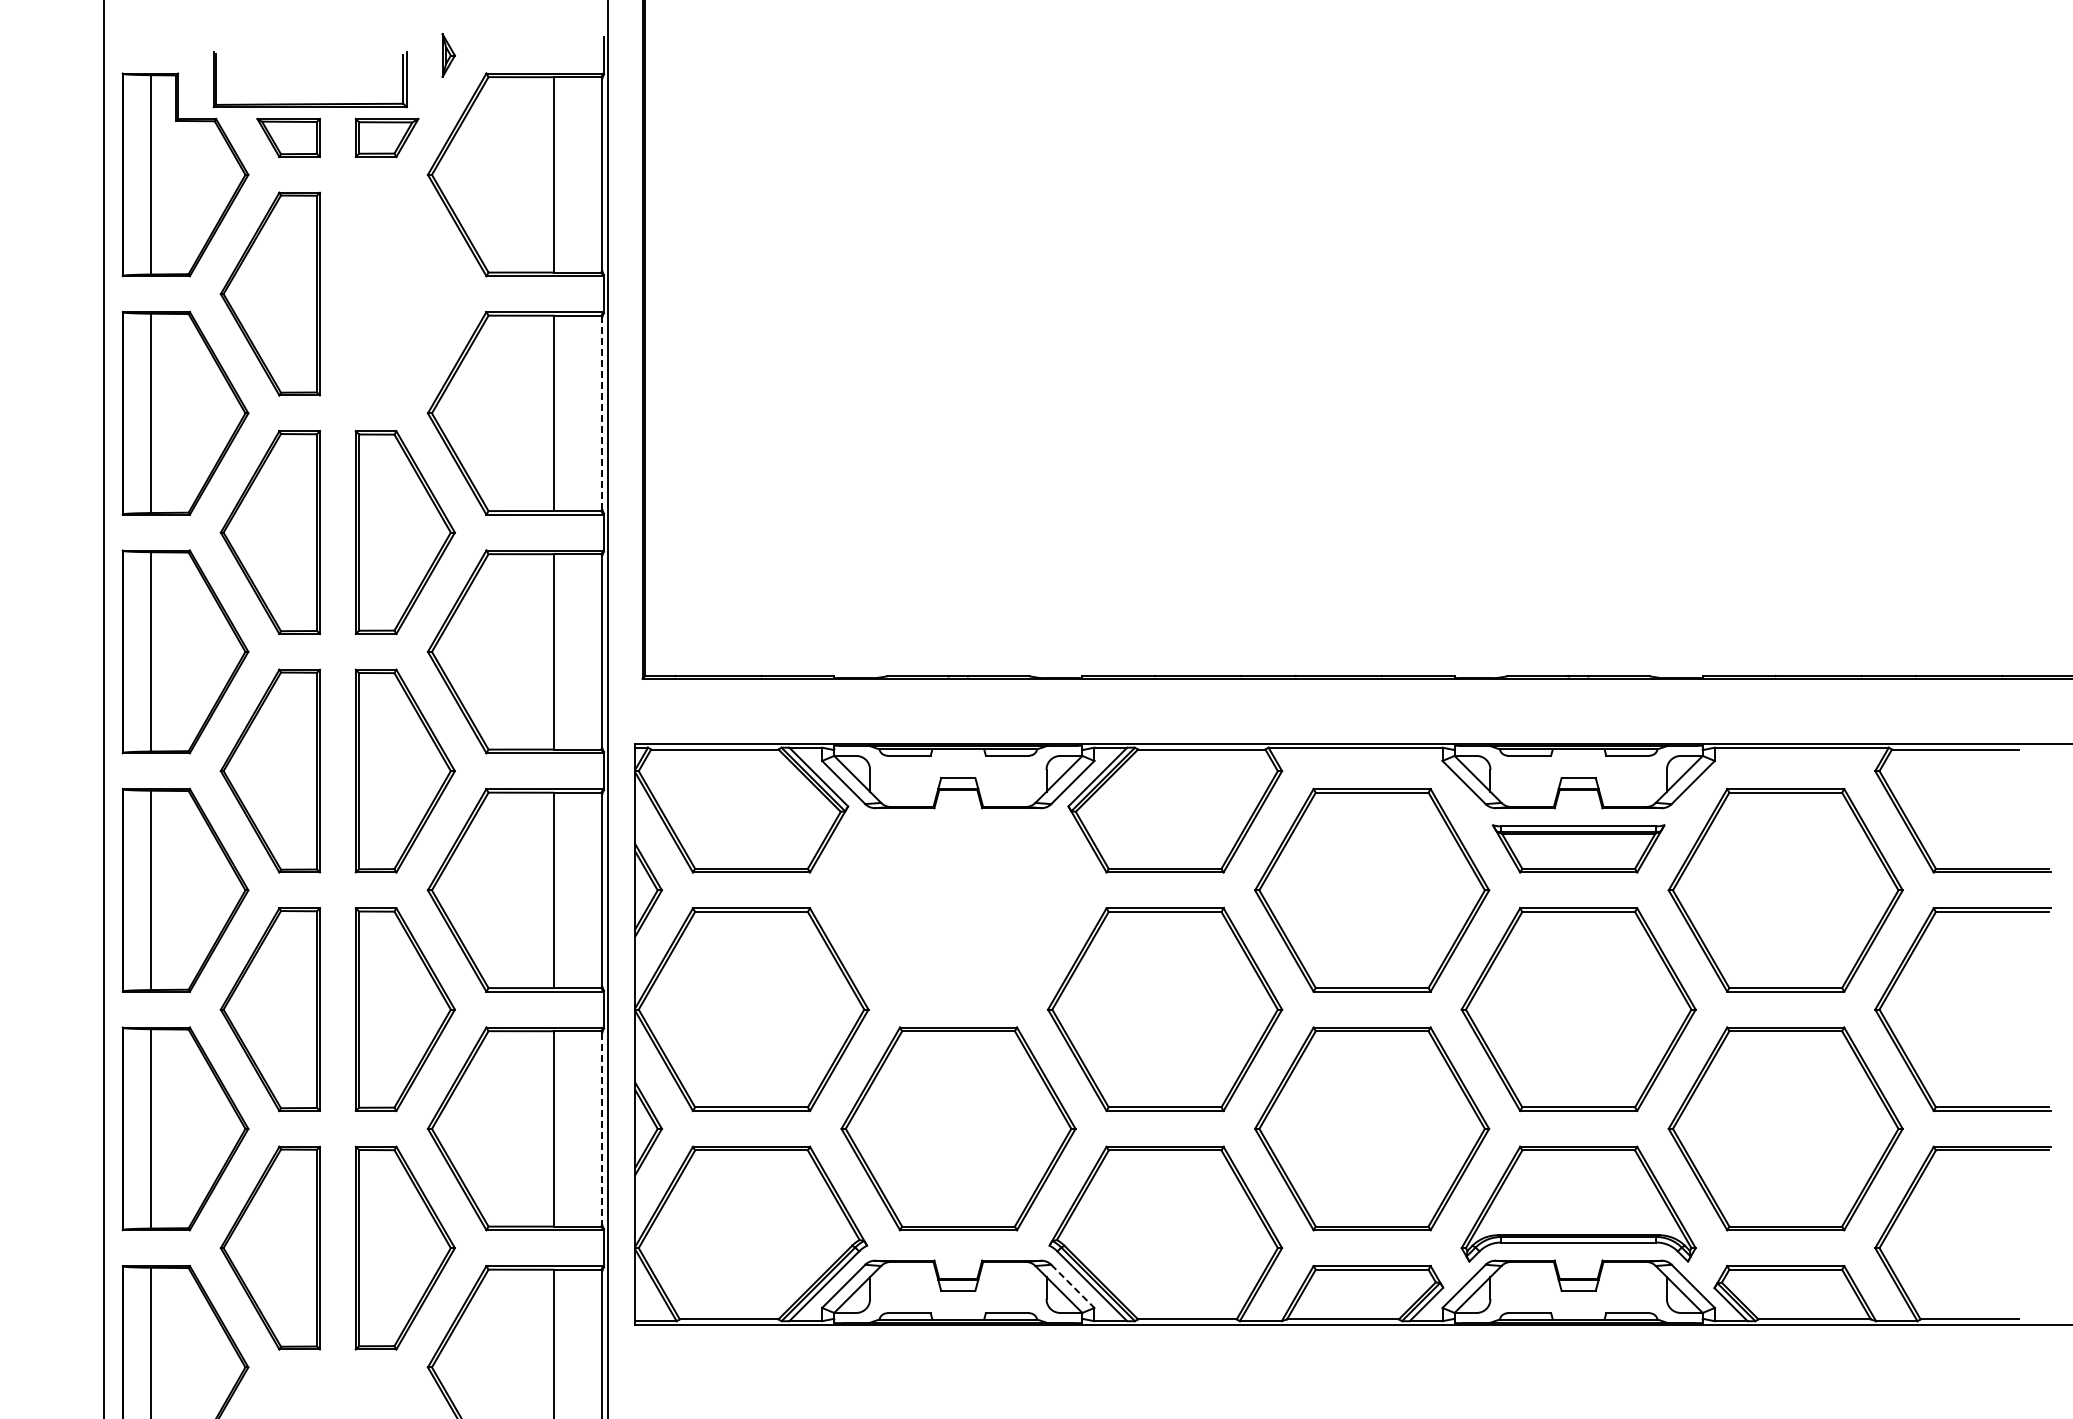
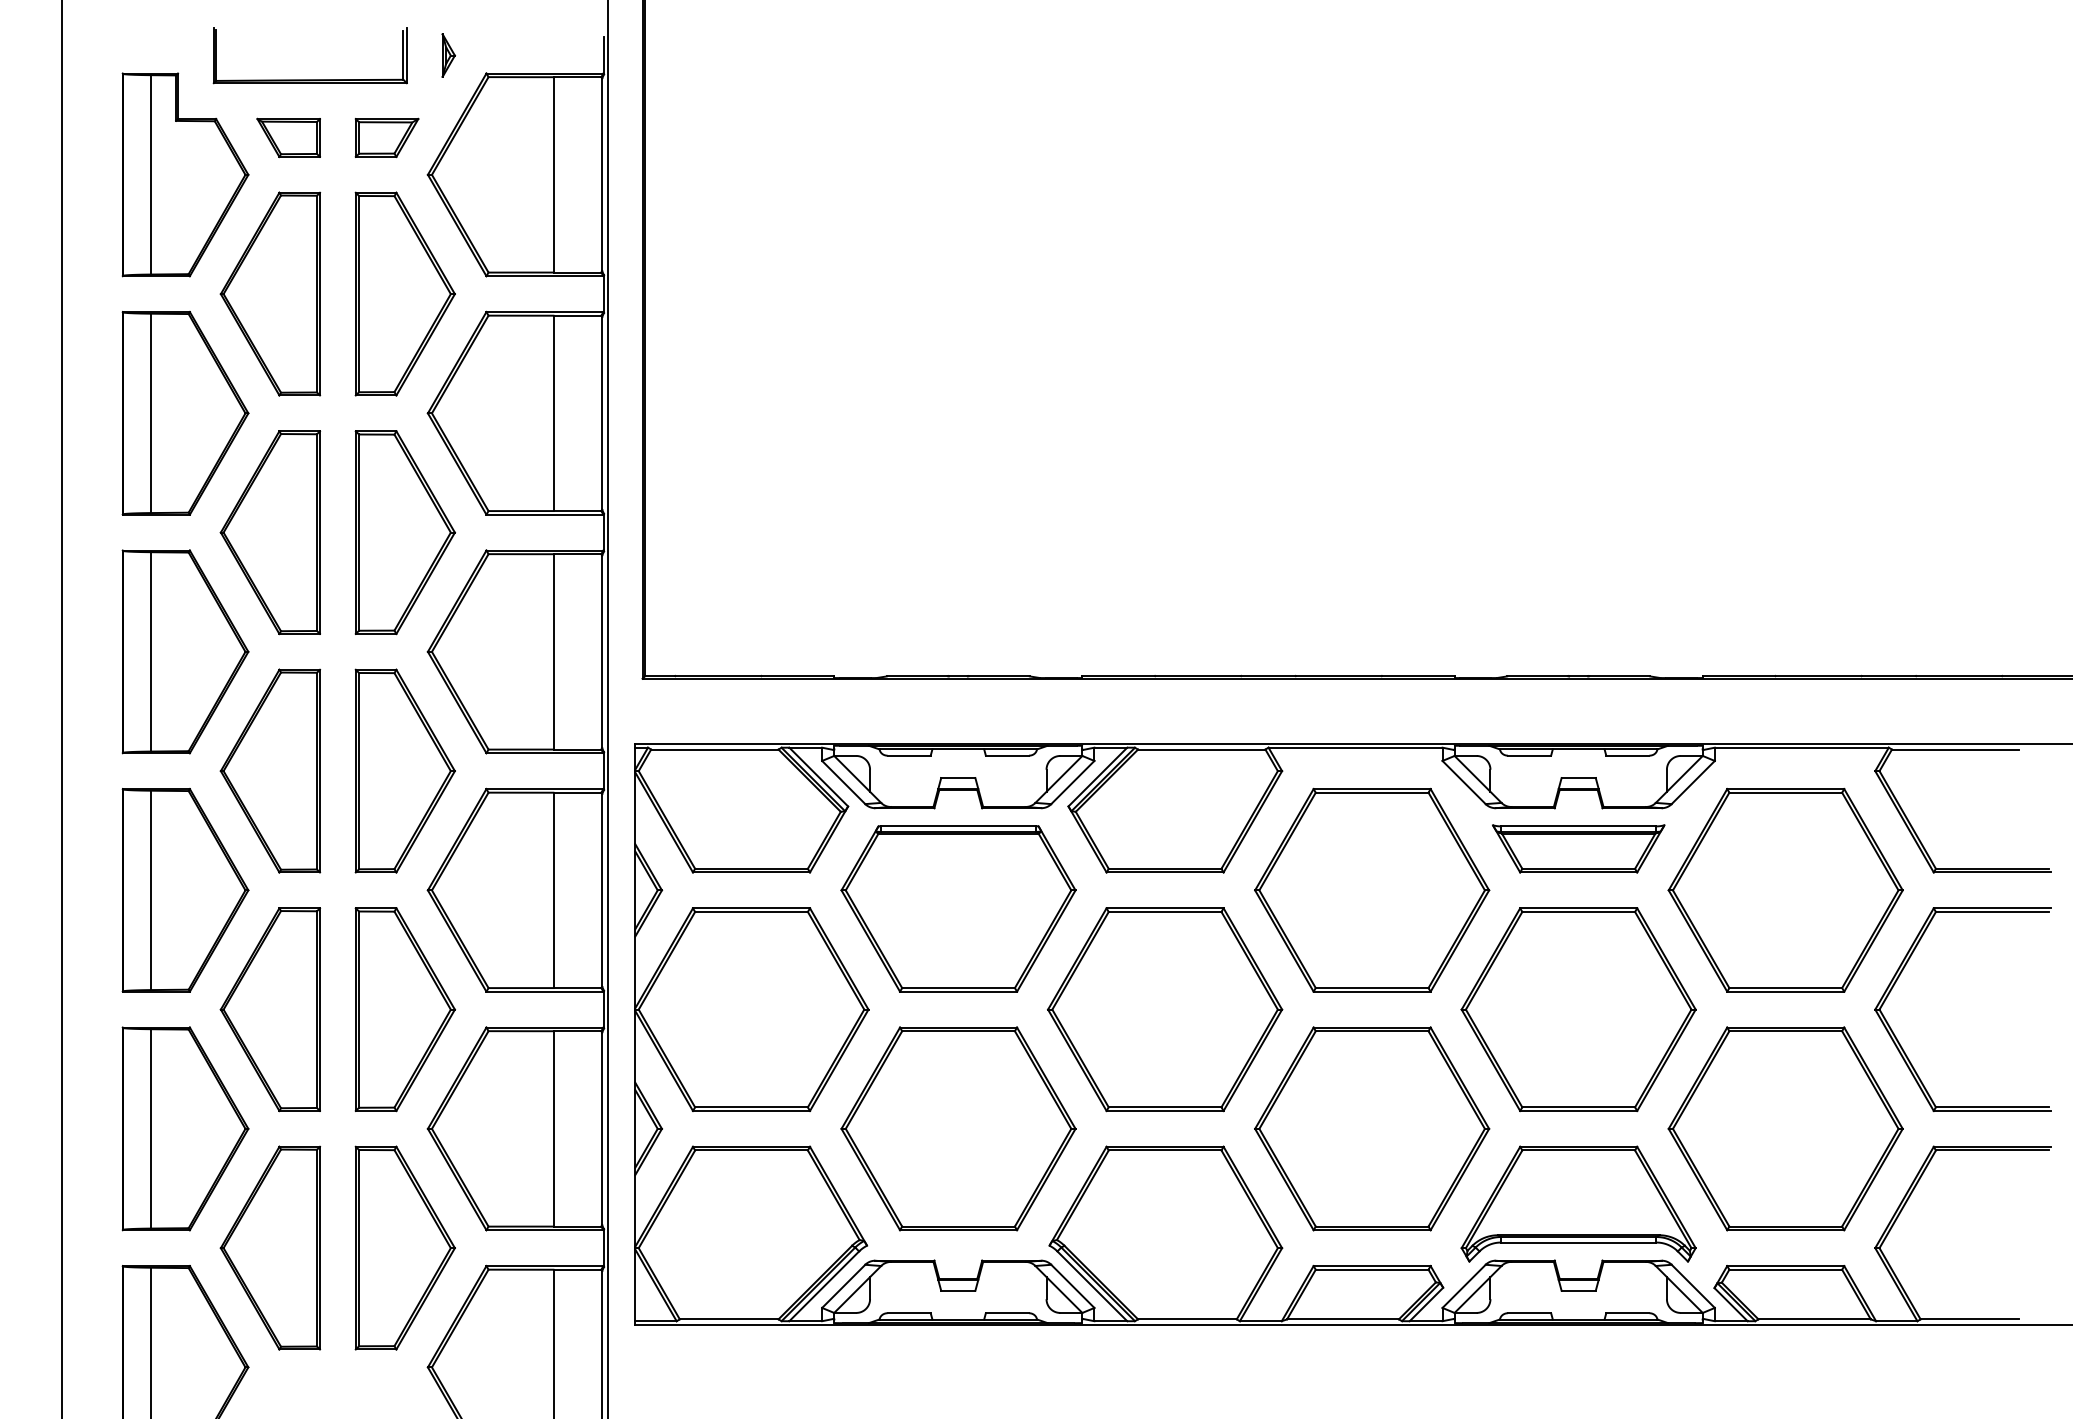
part at (309, 103) position: (309, 103) -> (309, 79)
part at (404, 293): none -> present
line at (602, 412): dashed -> solid
line at (104, 708) position: (104, 708) -> (62, 708)
part at (958, 908): none -> present
line at (602, 1129): dashed -> solid
line at (1072, 1286): dashed -> solid
